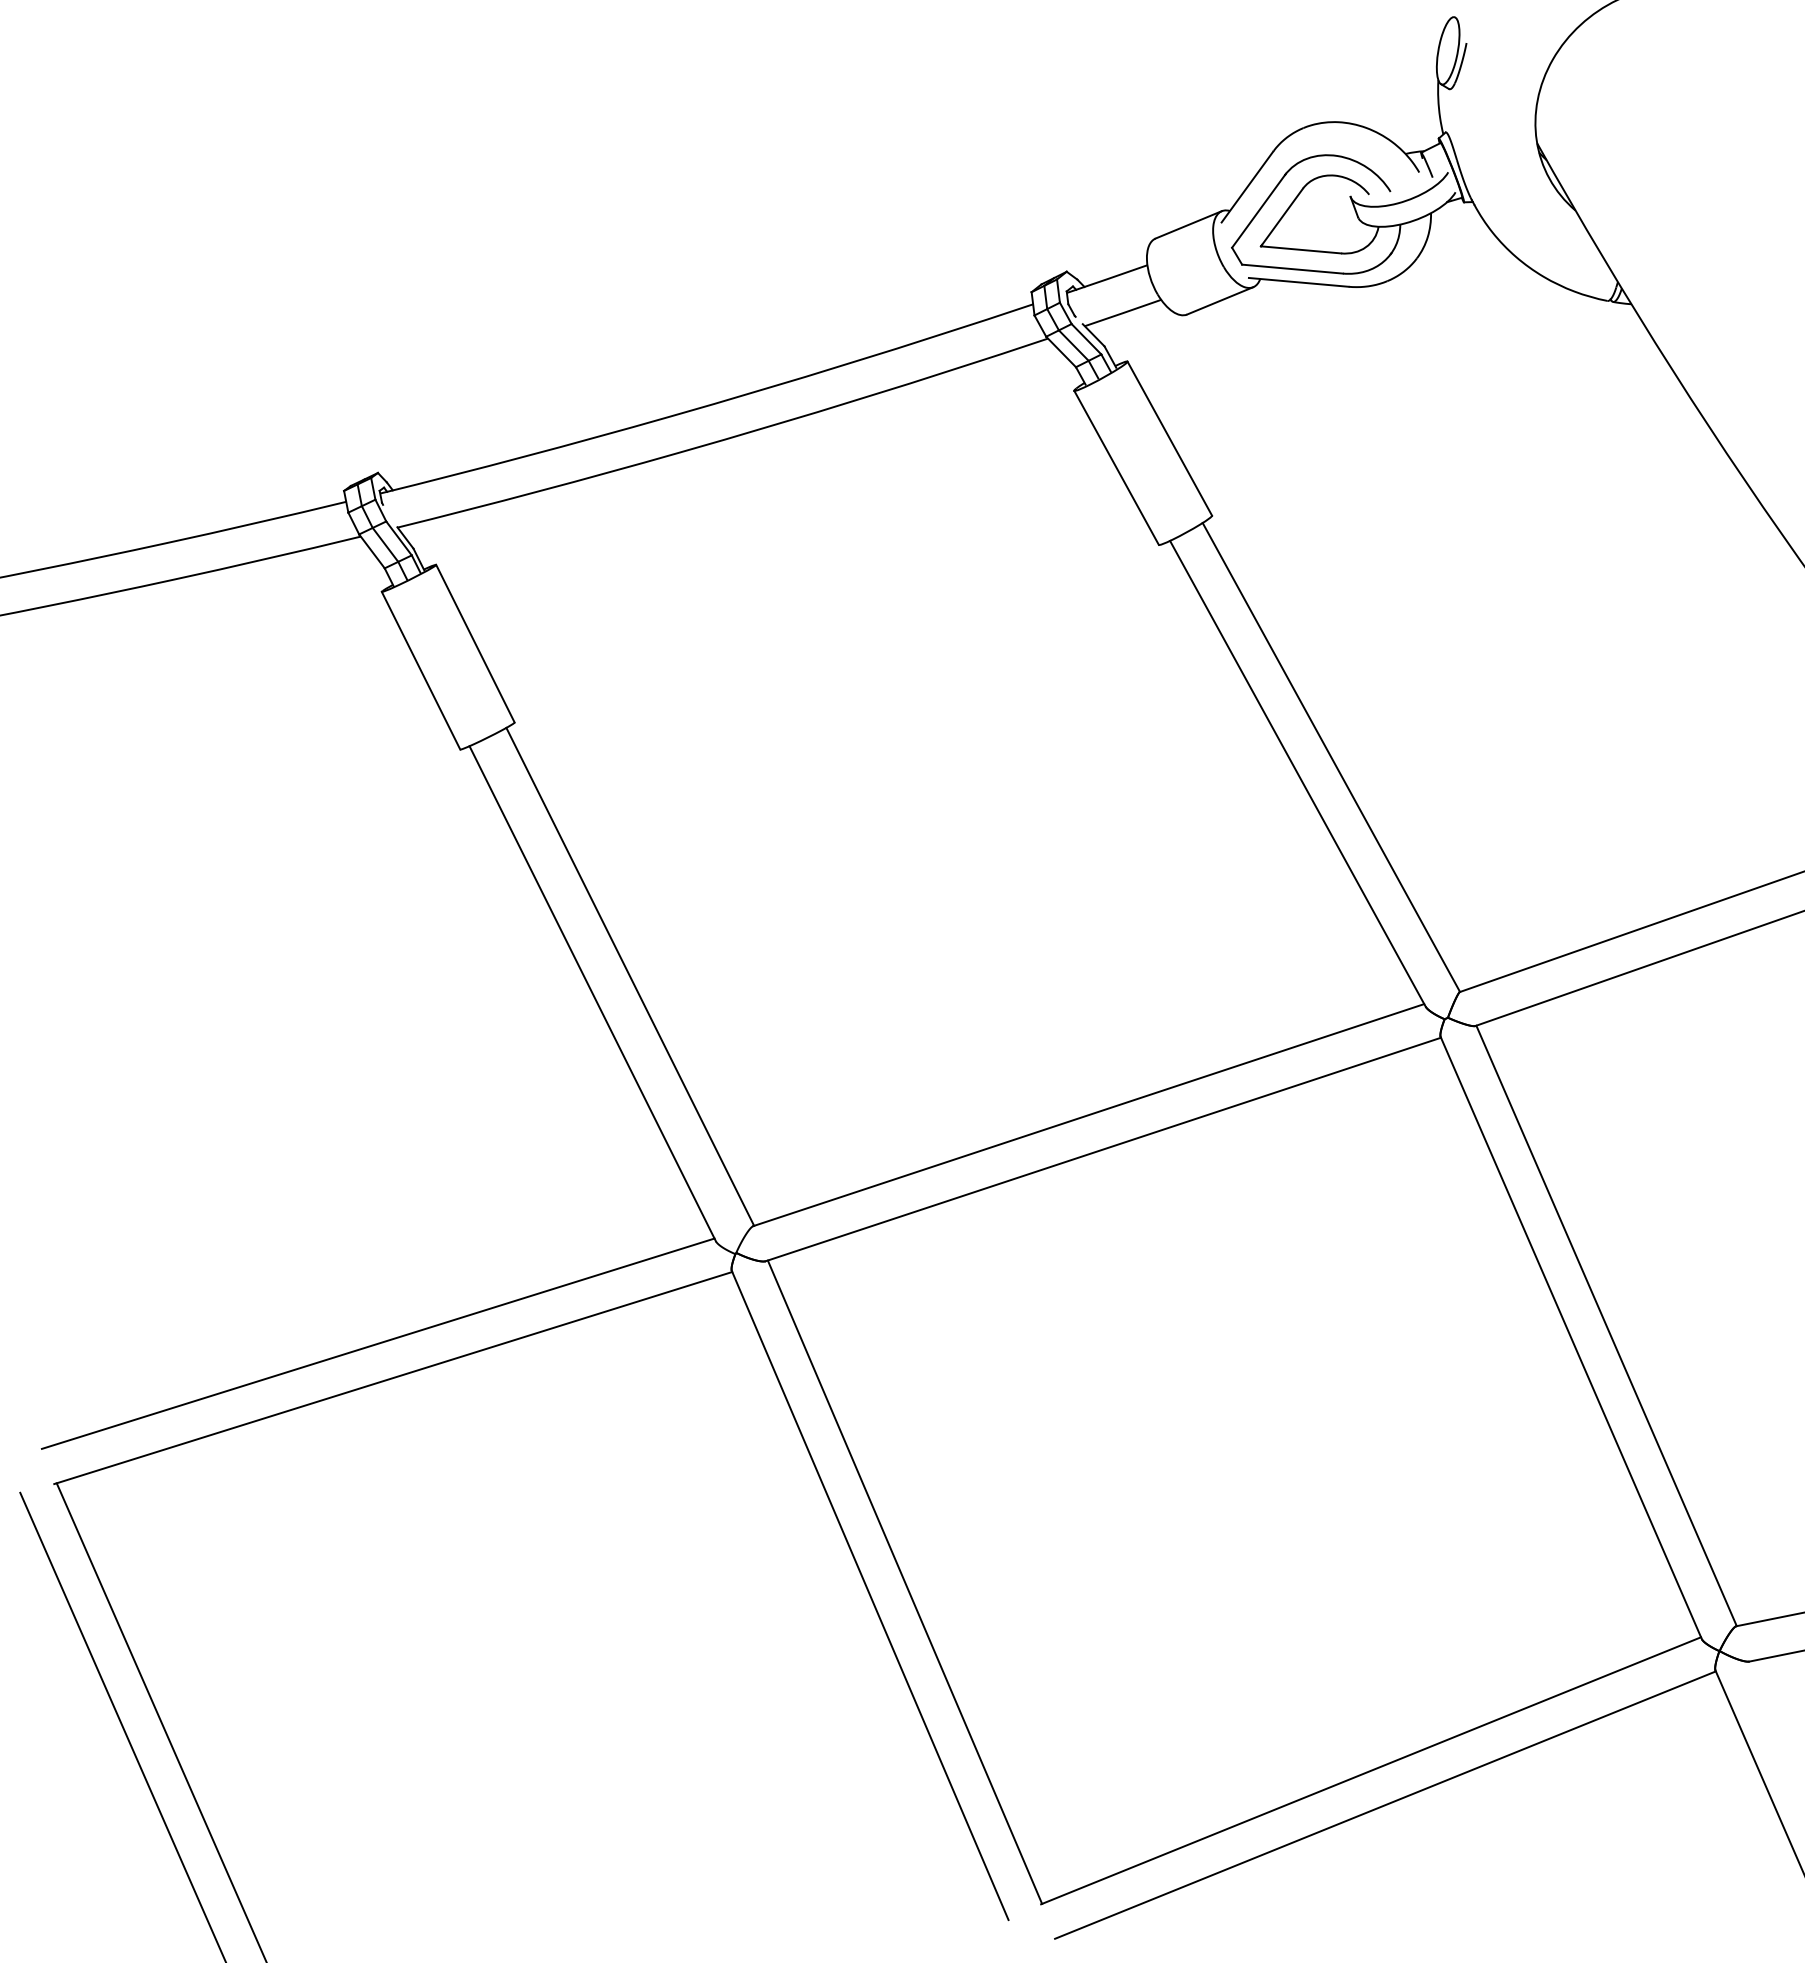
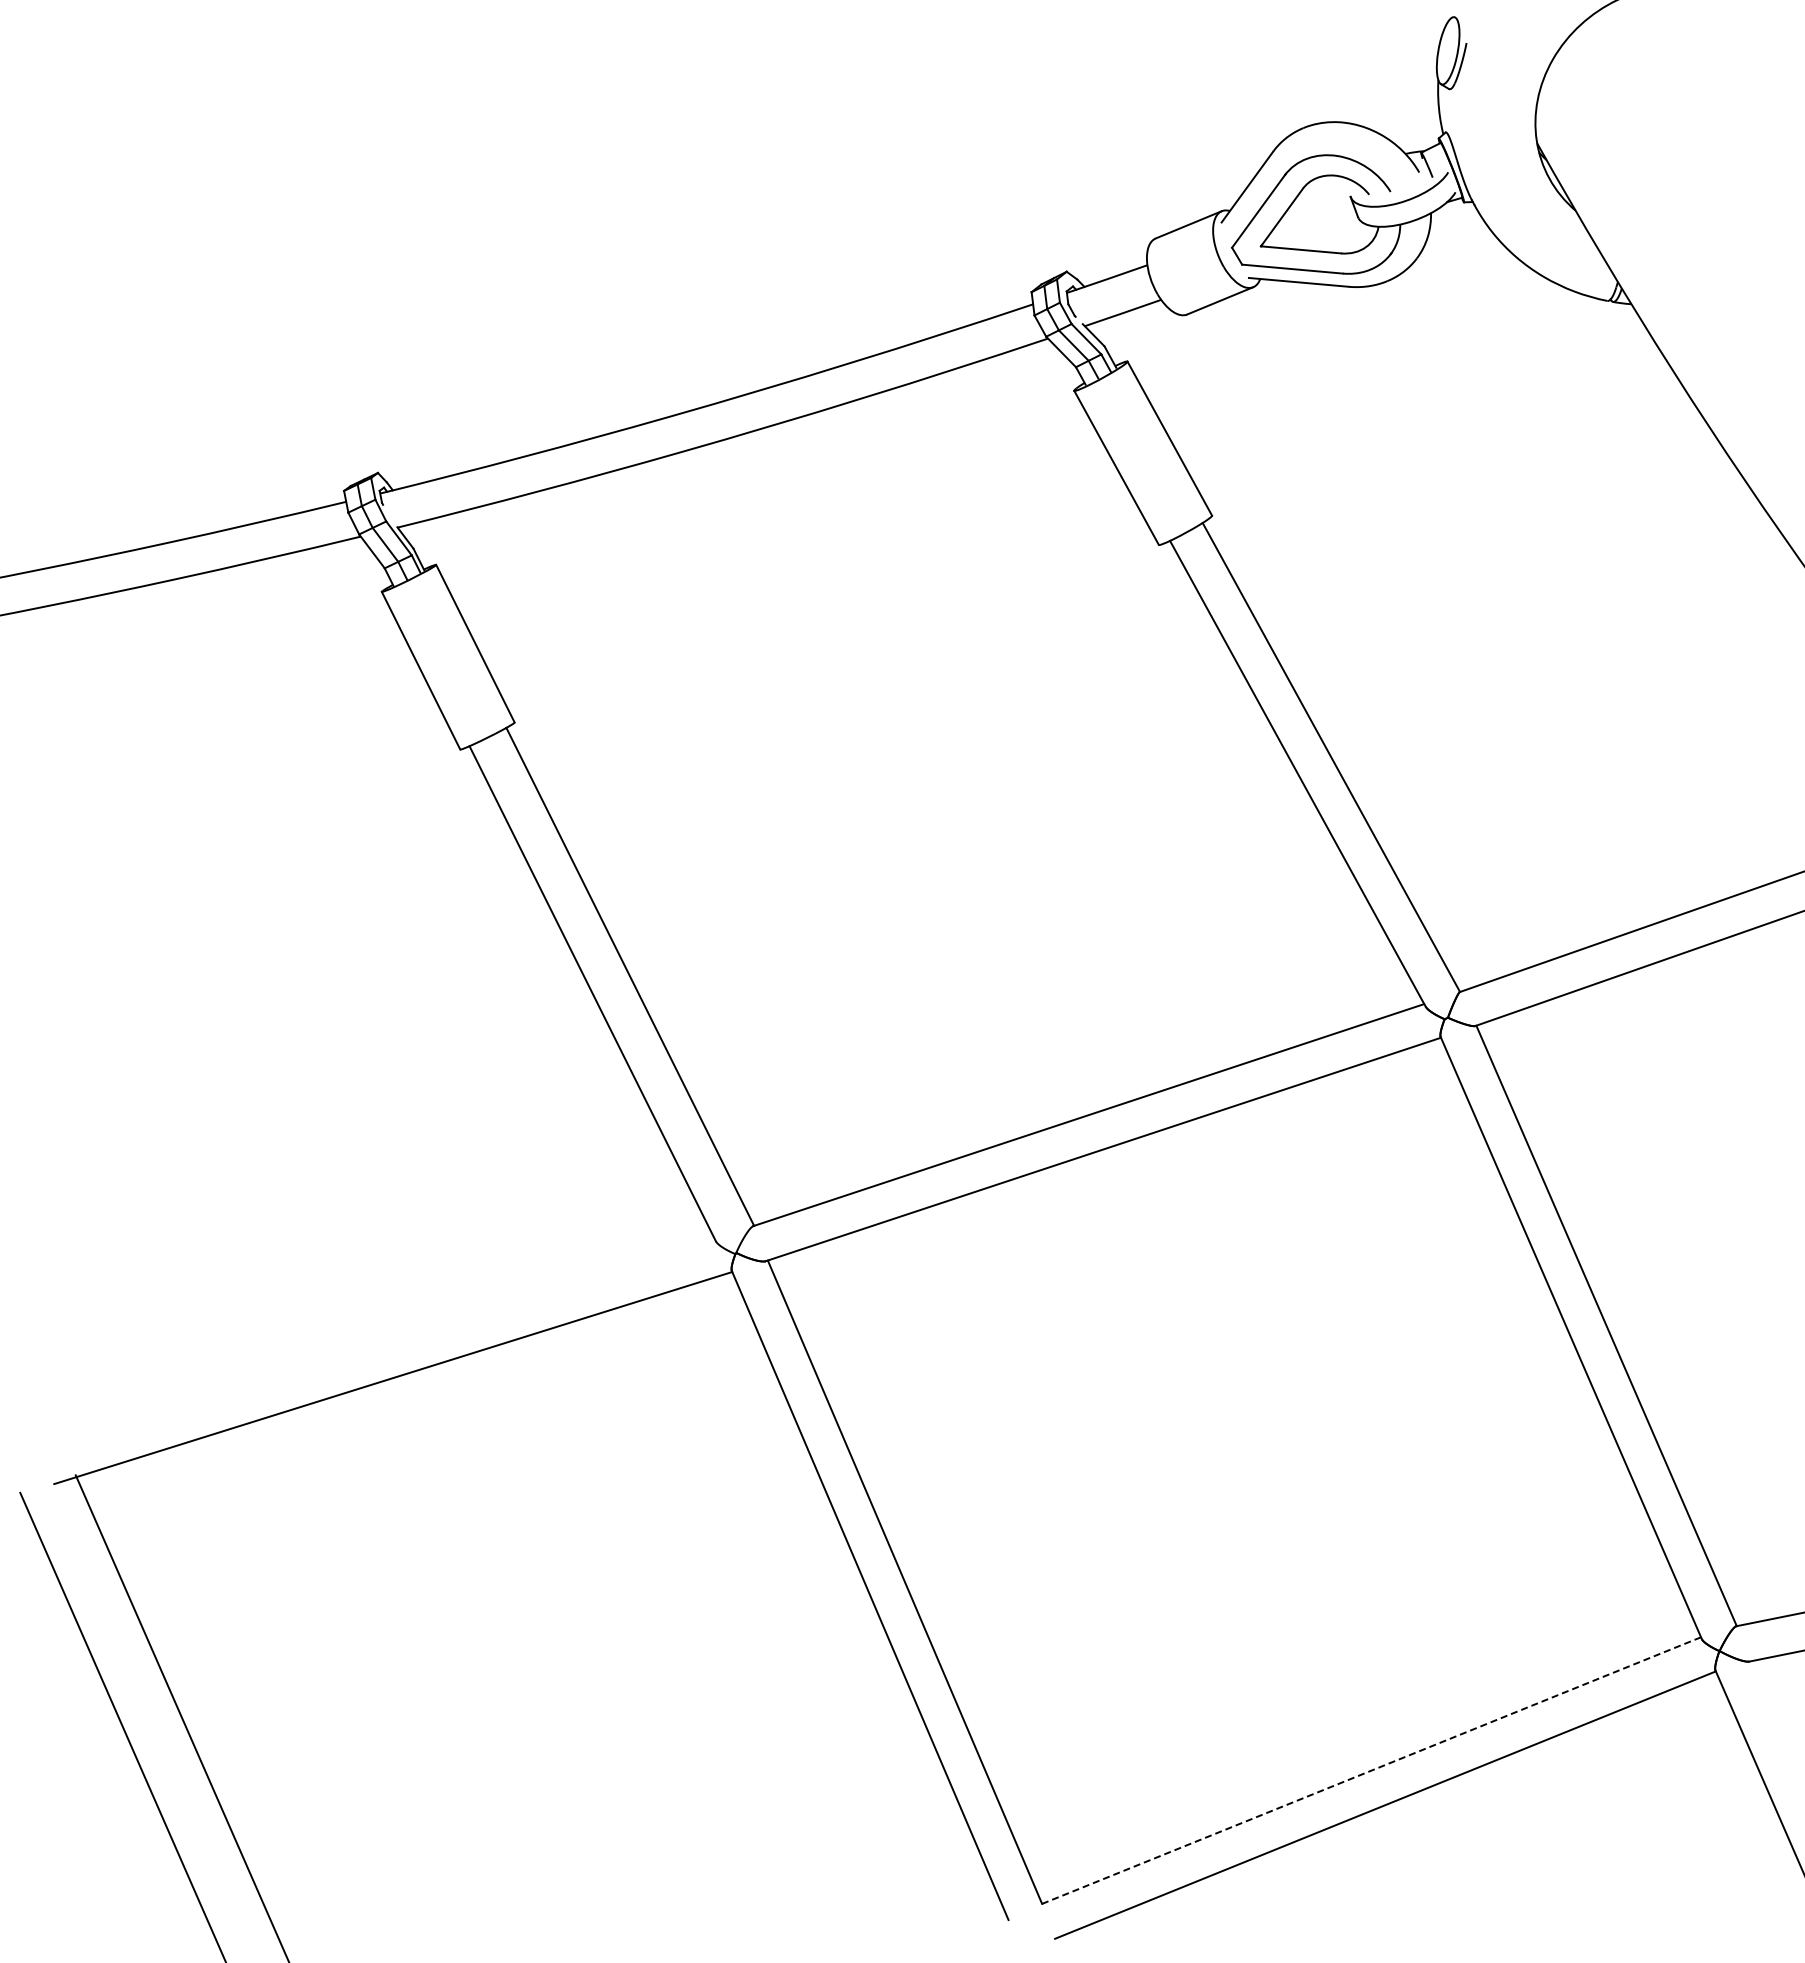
line at (377, 1343): present -> none
line at (160, 1721) position: (160, 1721) -> (181, 1717)
line at (1371, 1770): solid -> dashed
